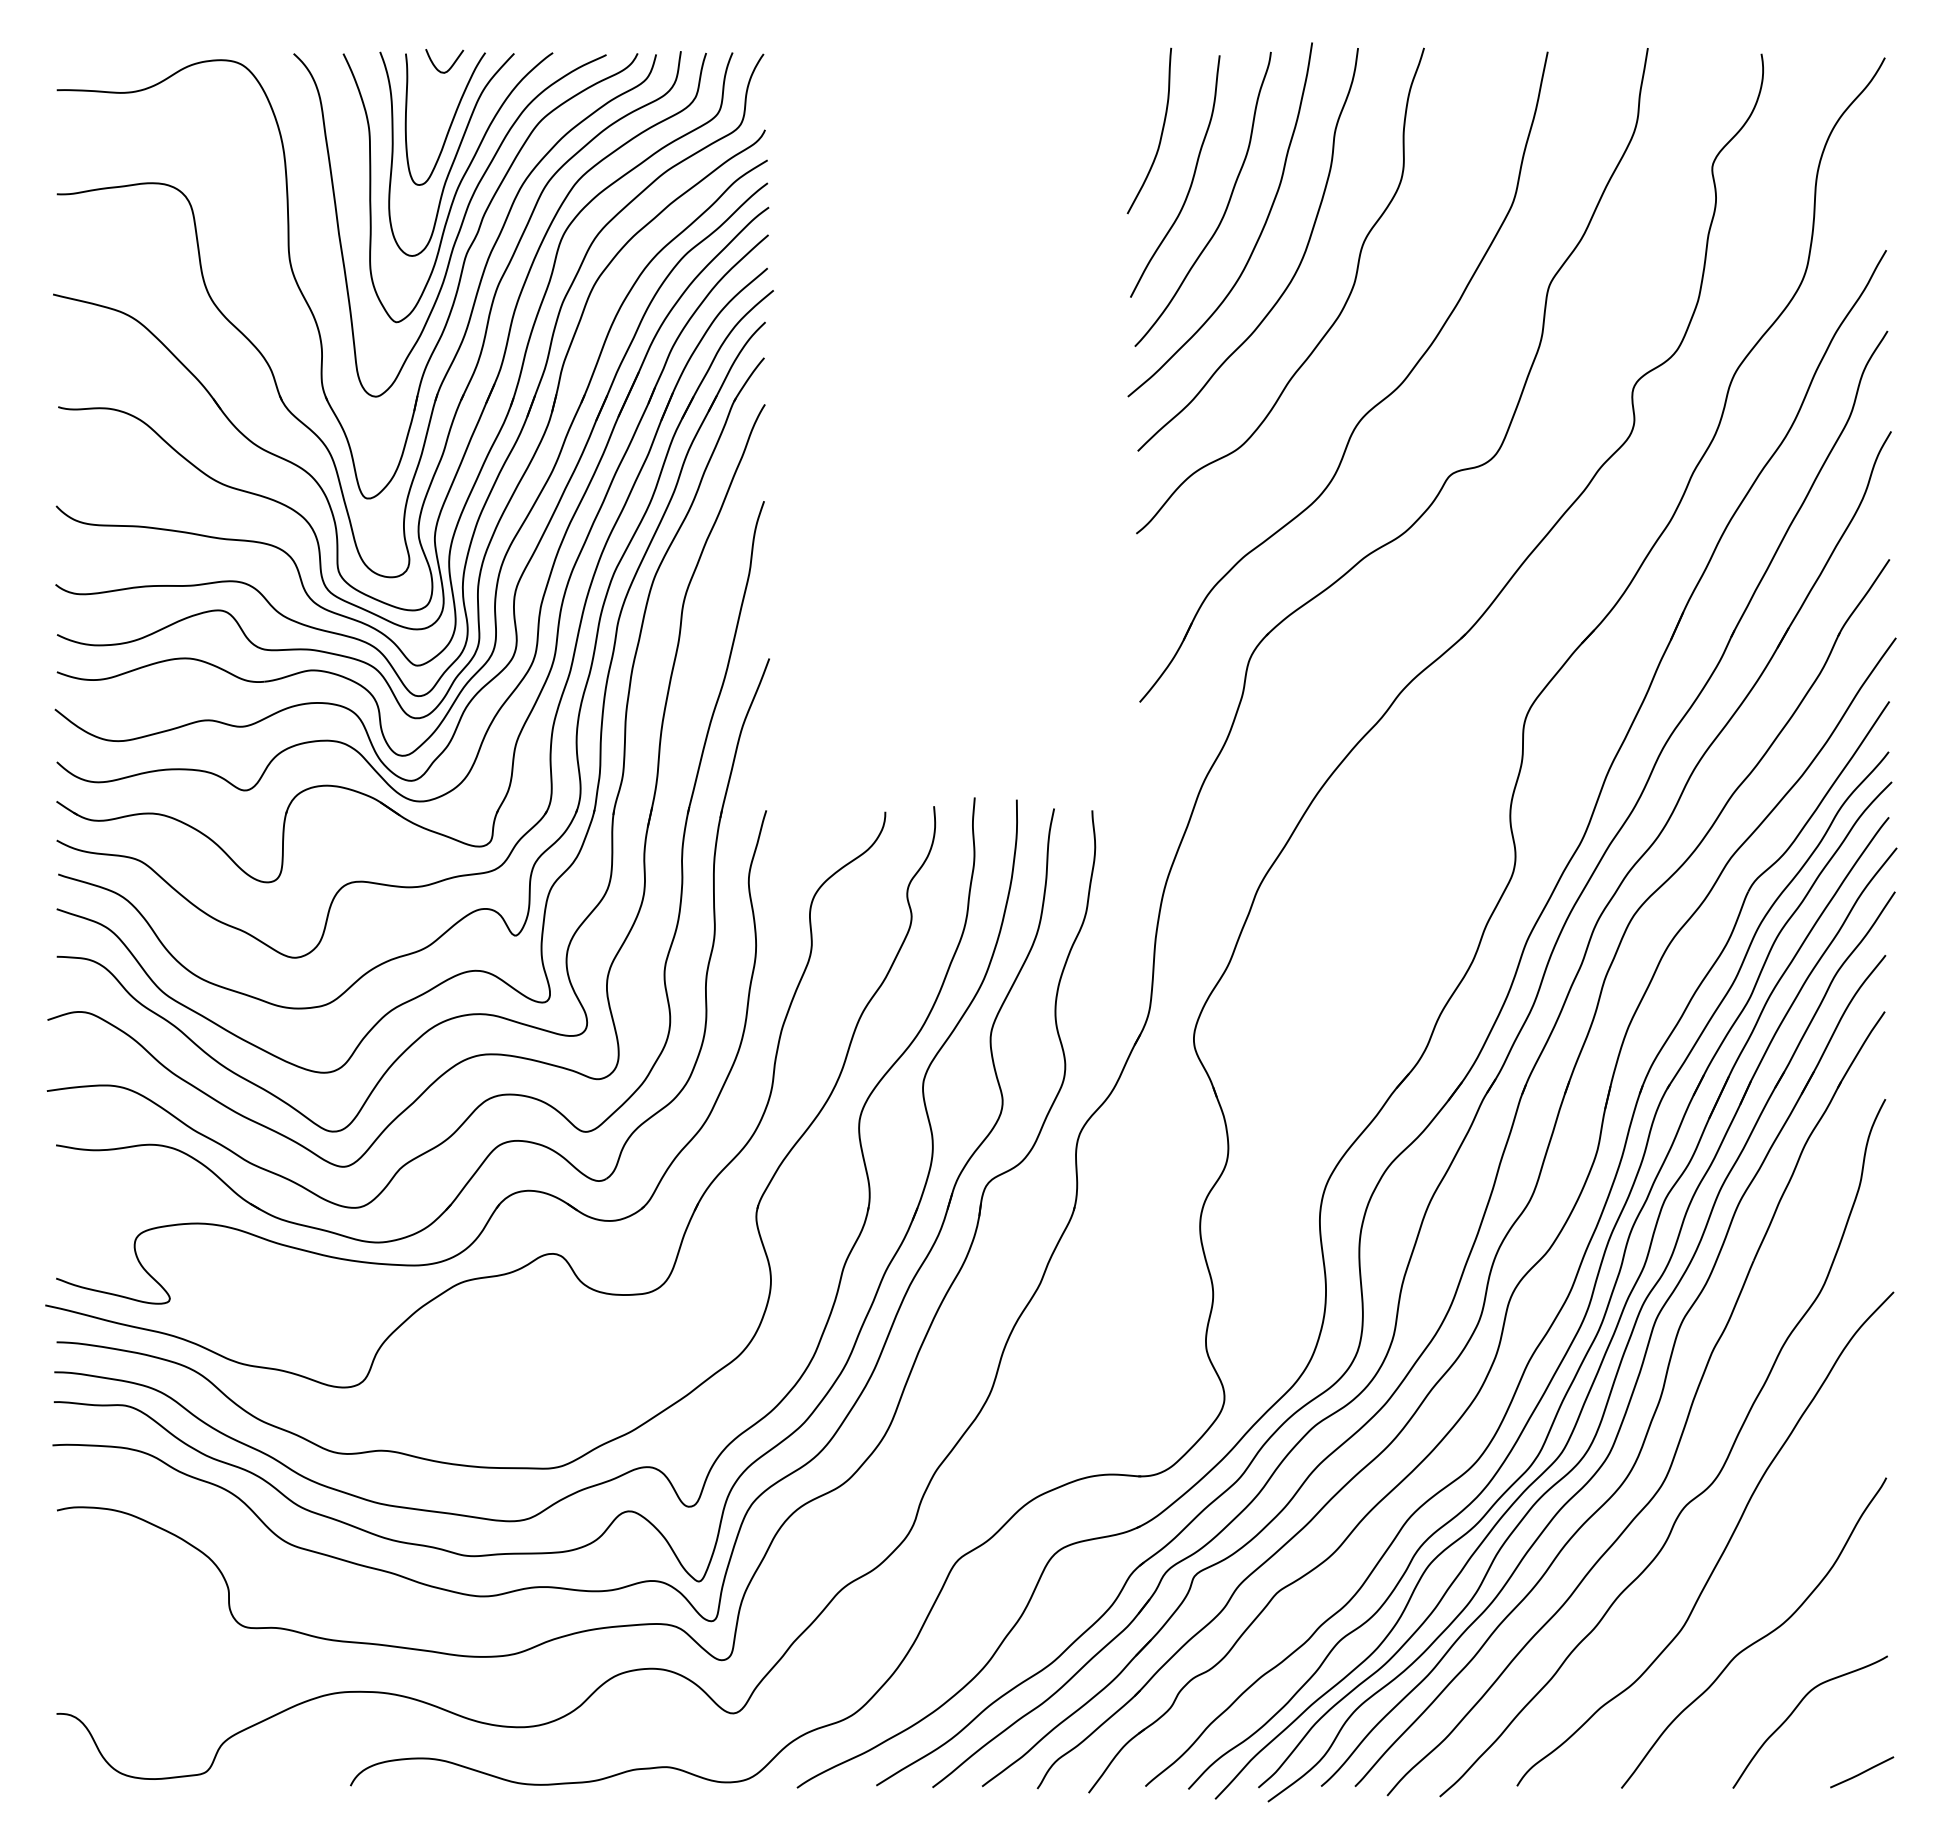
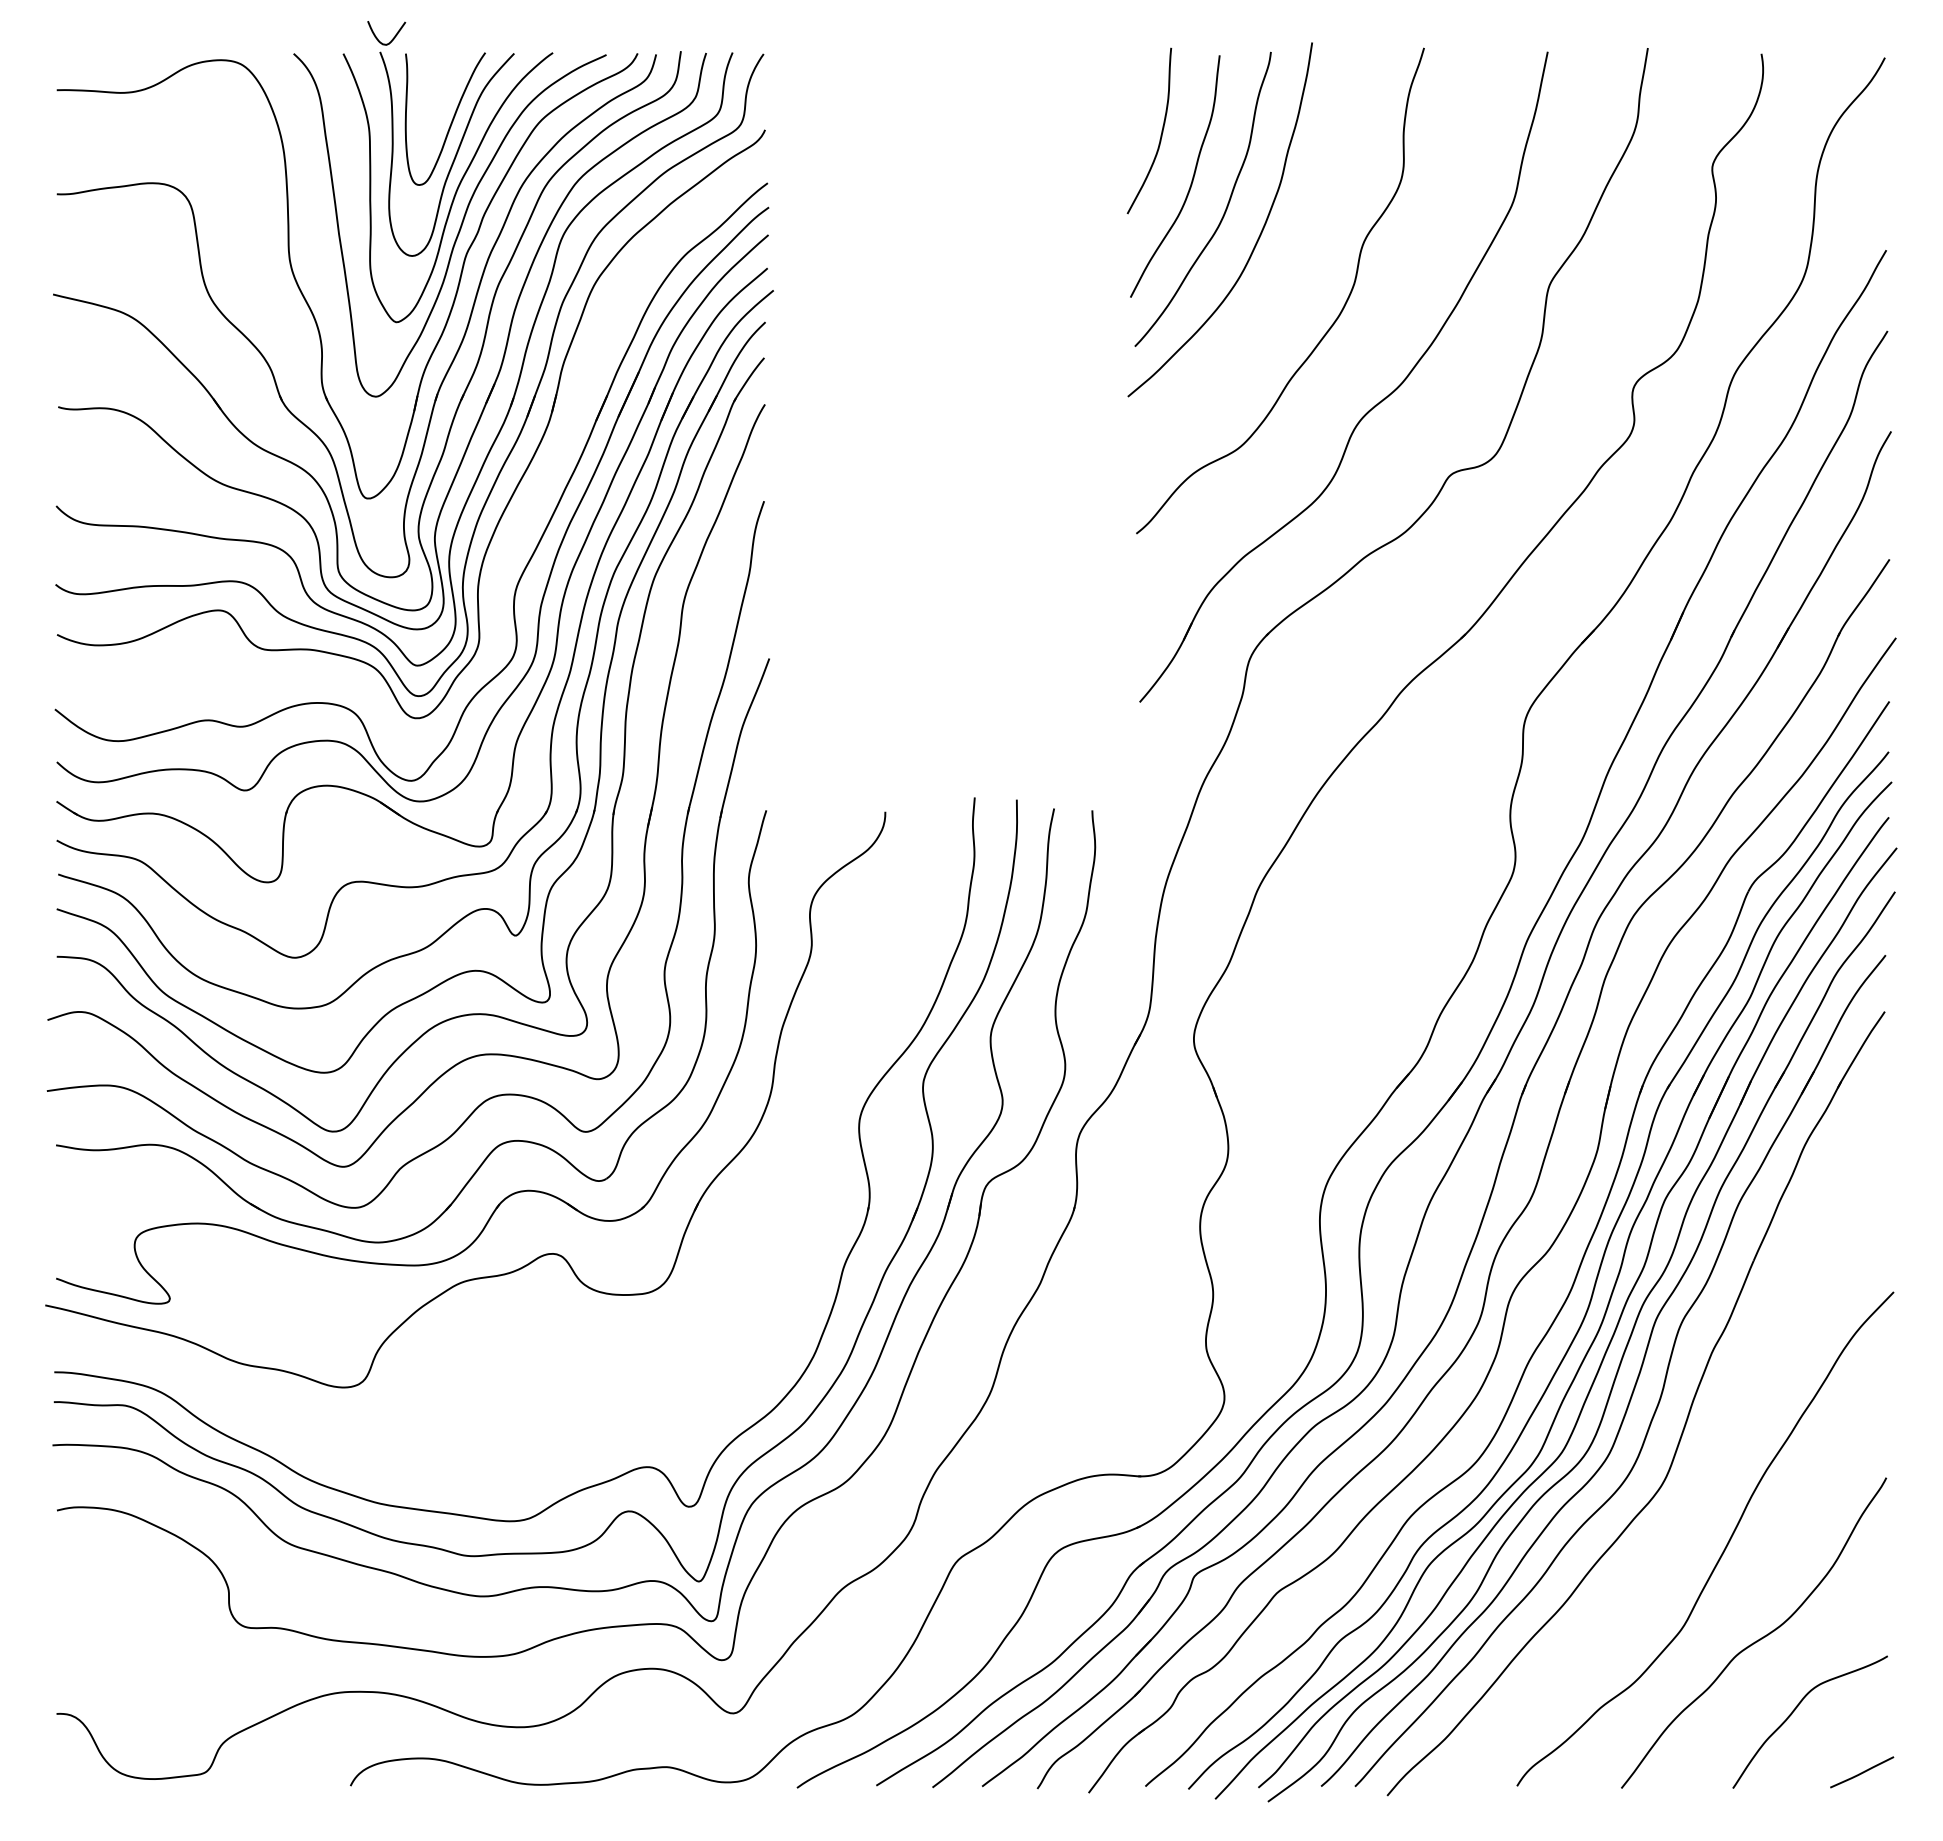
curve at (450, 66) position: (450, 66) -> (392, 38)
curve at (1293, 274): present -> none
part at (520, 525): present -> none
part at (756, 1207): present -> none
curve at (1695, 1496): present -> none
